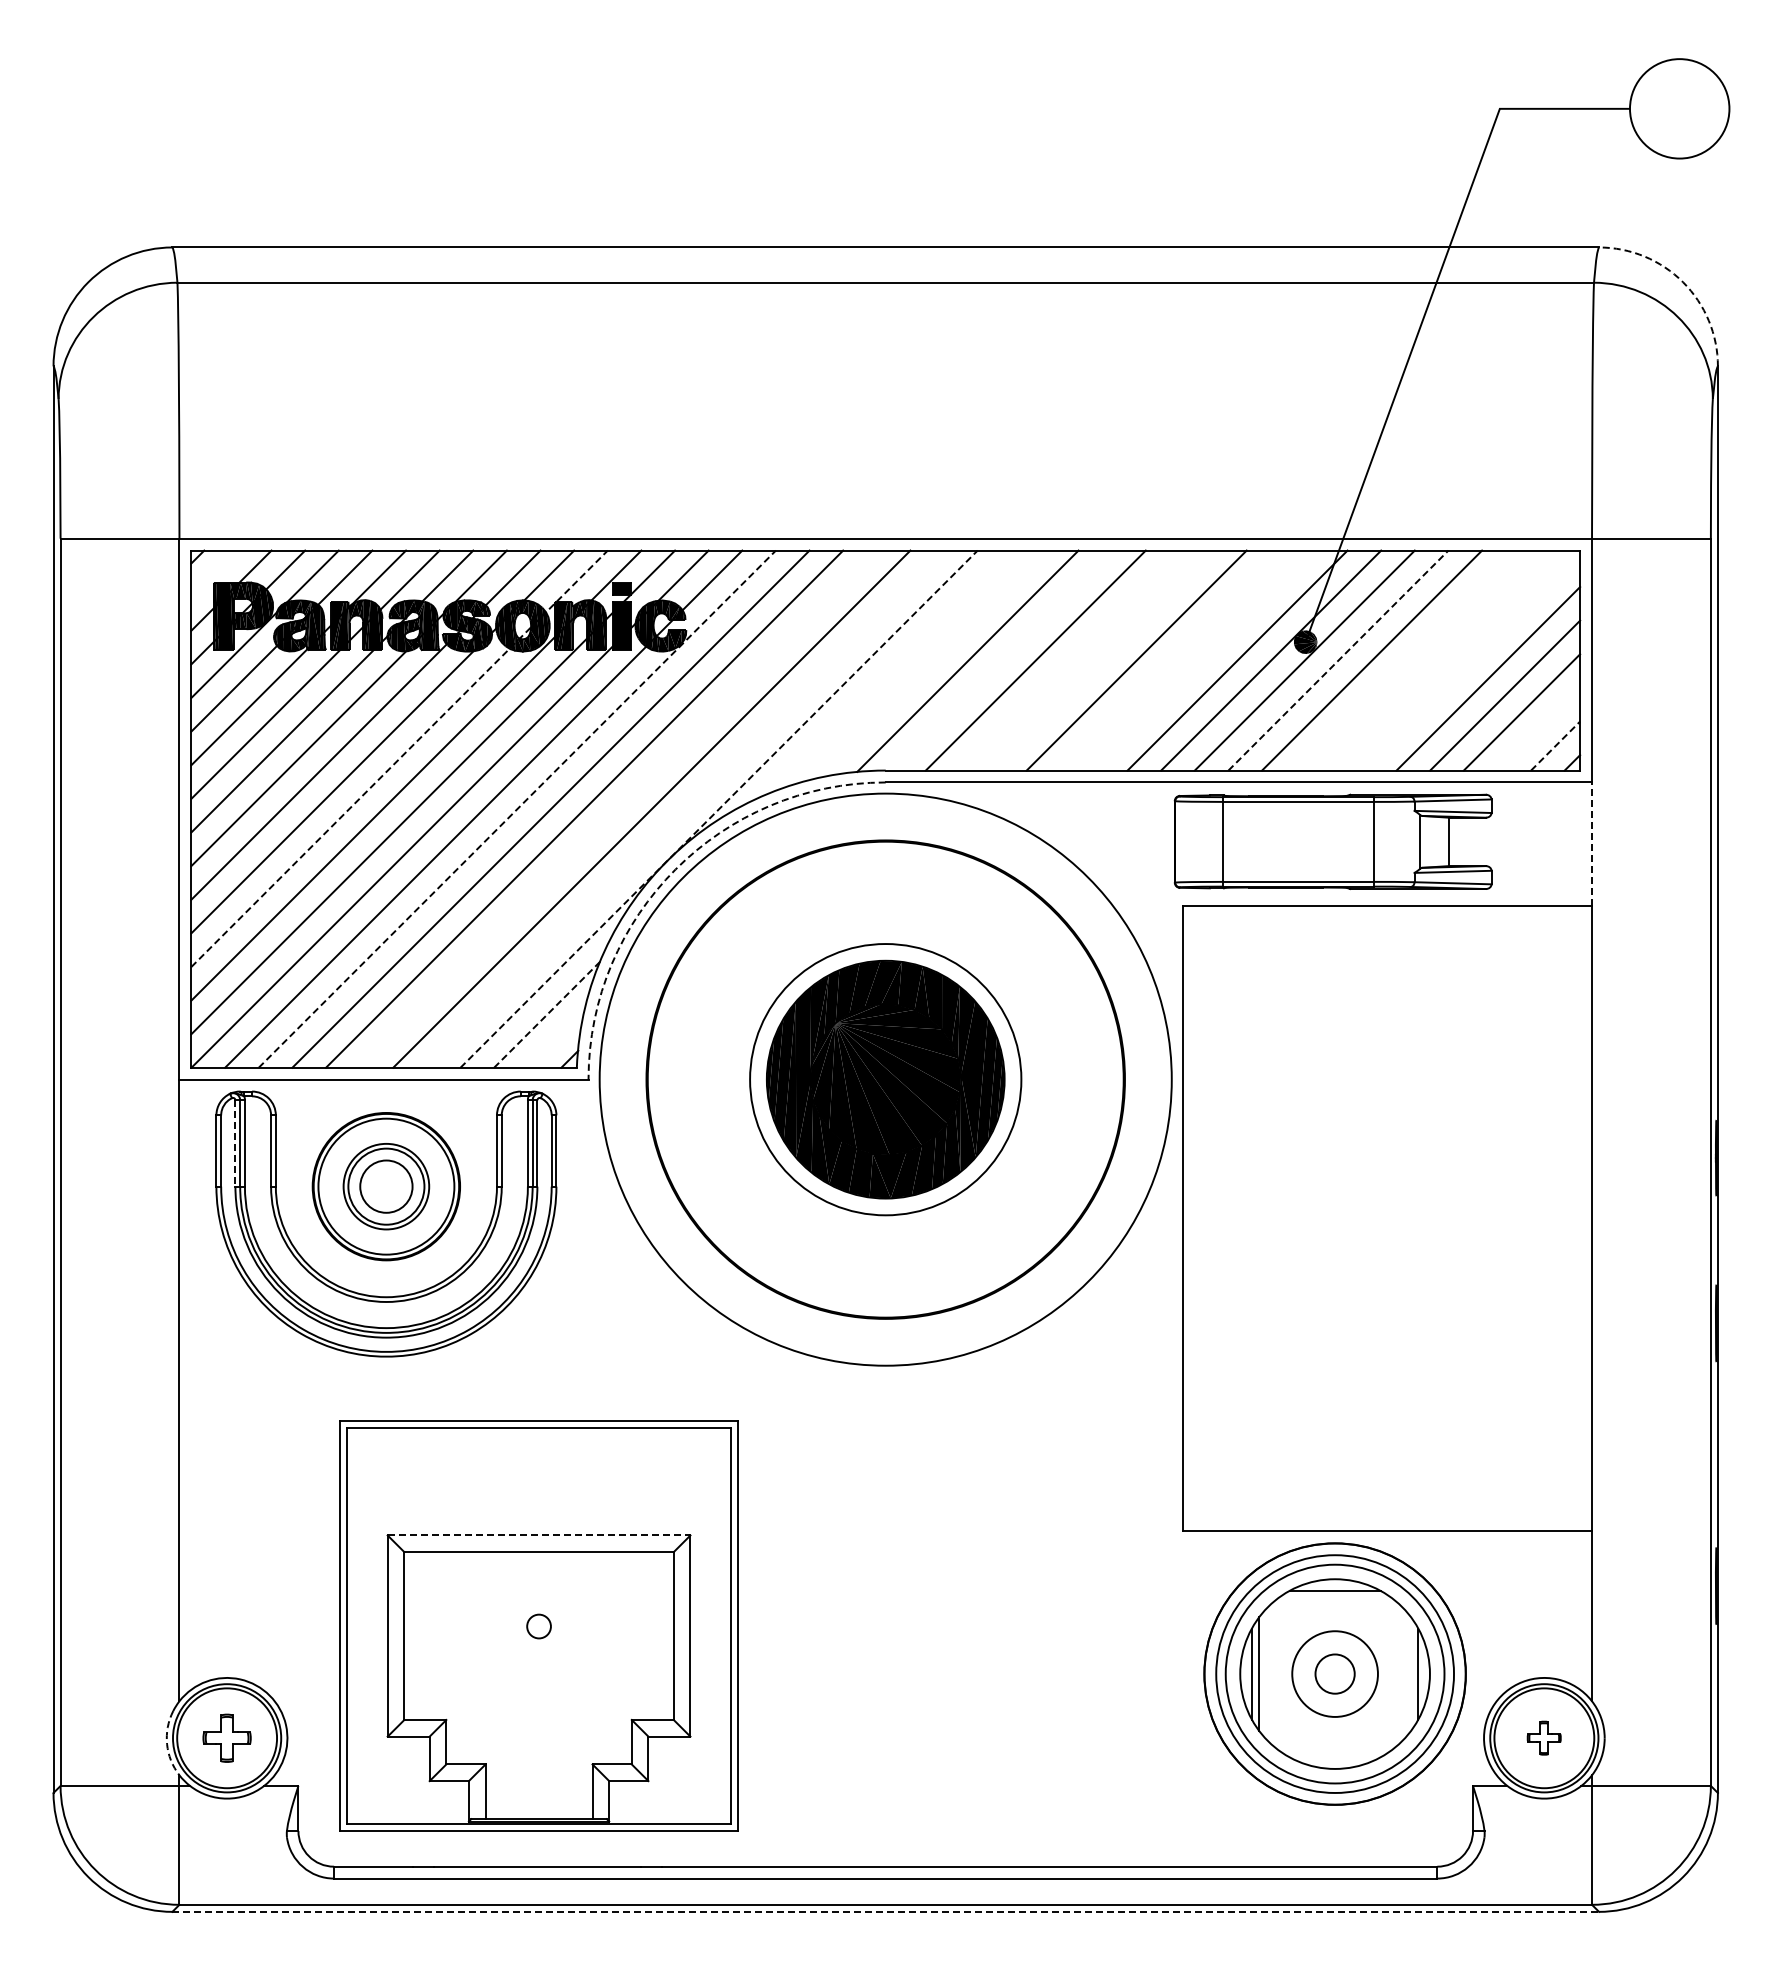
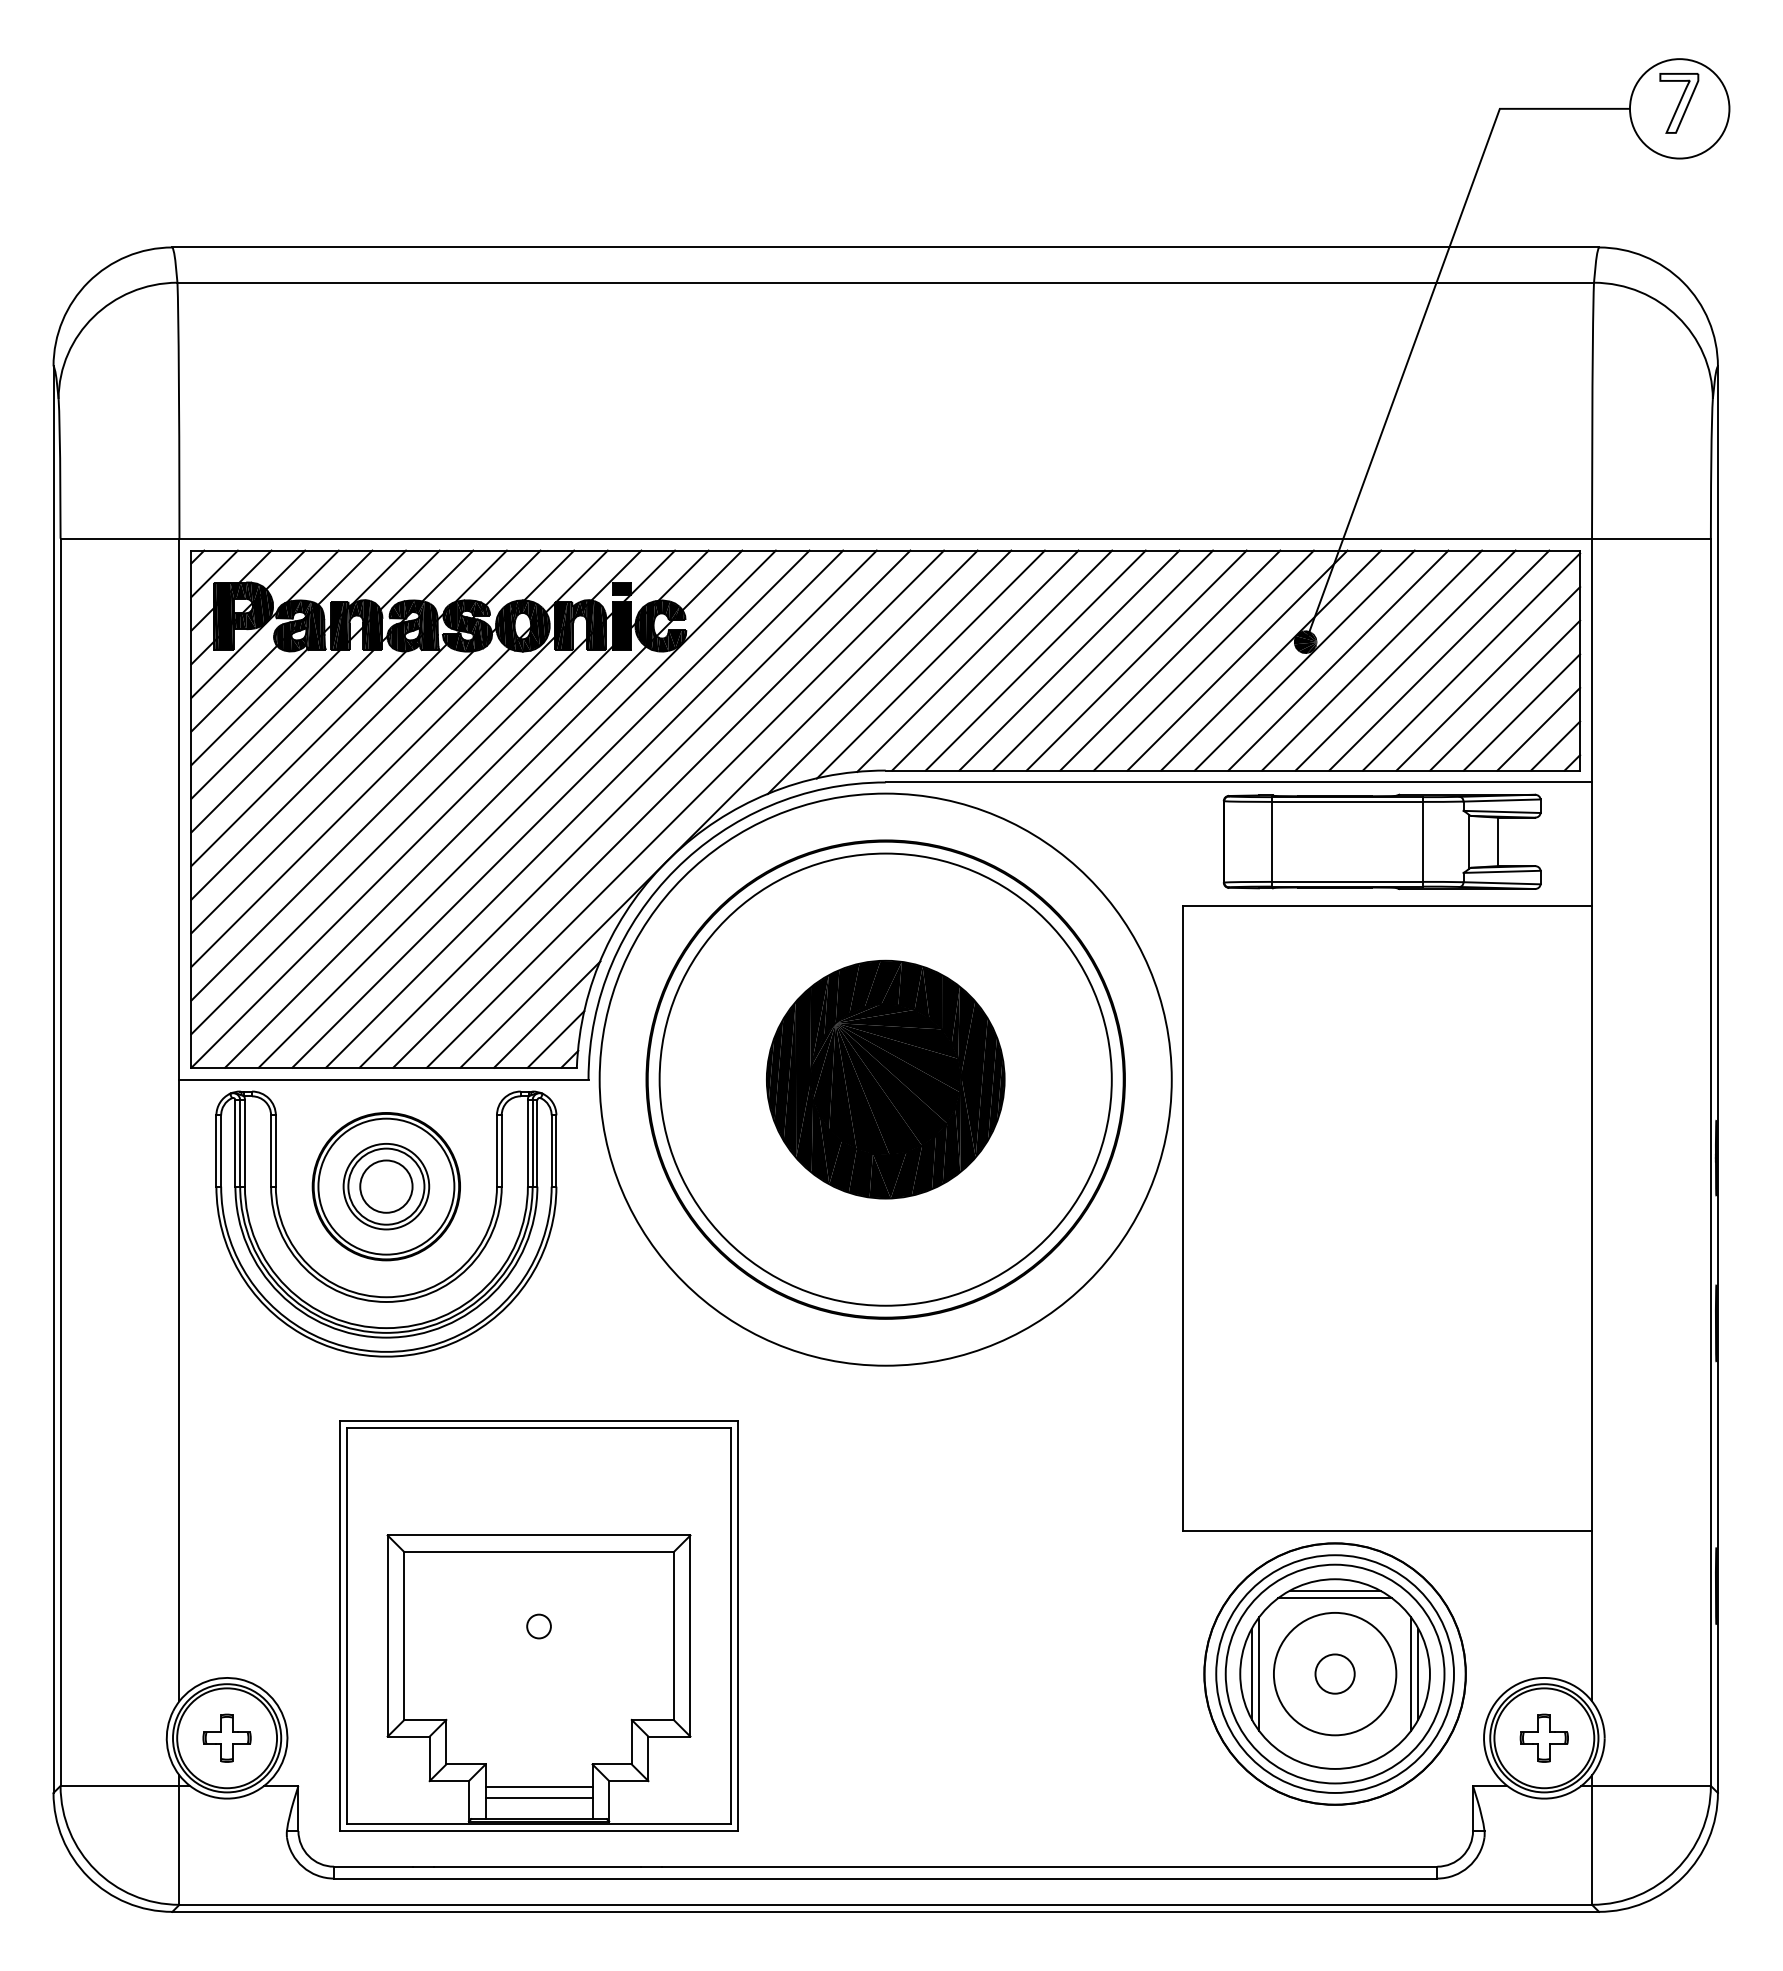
part at (1679, 103): none -> present
arc at (1683, 282): dashed -> solid
line at (214, 573): none -> present
line at (1002, 660): none -> present
line at (1069, 660): none -> present
line at (1103, 660): none -> present
line at (1170, 660): none -> present
line at (1203, 660): none -> present
line at (1338, 660): dashed -> solid
line at (1405, 660): none -> present
line at (1439, 660): none -> present
line at (1471, 661): none -> present
line at (930, 664): none -> present
line at (889, 672): none -> present
line at (1538, 728): none -> present
line at (1555, 746): dashed -> solid
line at (399, 758): dashed -> solid
line at (617, 808): none -> present
line at (685, 808): none -> present
line at (517, 809): dashed -> solid
line at (719, 809): dashed -> solid
part at (1332, 841) position: (1332, 841) -> (1381, 841)
line at (1592, 844): dashed -> solid
arc at (675, 869): dashed -> solid
line at (547, 1014): dashed -> solid
line at (555, 1039): none -> present
circle at (885, 1079) diameter: 271 px -> 452 px
line at (235, 1143): dashed -> solid
line at (539, 1535): dashed -> solid
line at (1334, 1598): none -> present
circle at (1334, 1673) diameter: 86 px -> 122 px
line at (1411, 1673): none -> present
part at (1543, 1737) size: 36x36 px -> 50x50 px
arc at (167, 1744): dashed -> solid
line at (538, 1787): none -> present
line at (538, 1797): none -> present
line at (886, 1911): dashed -> solid
